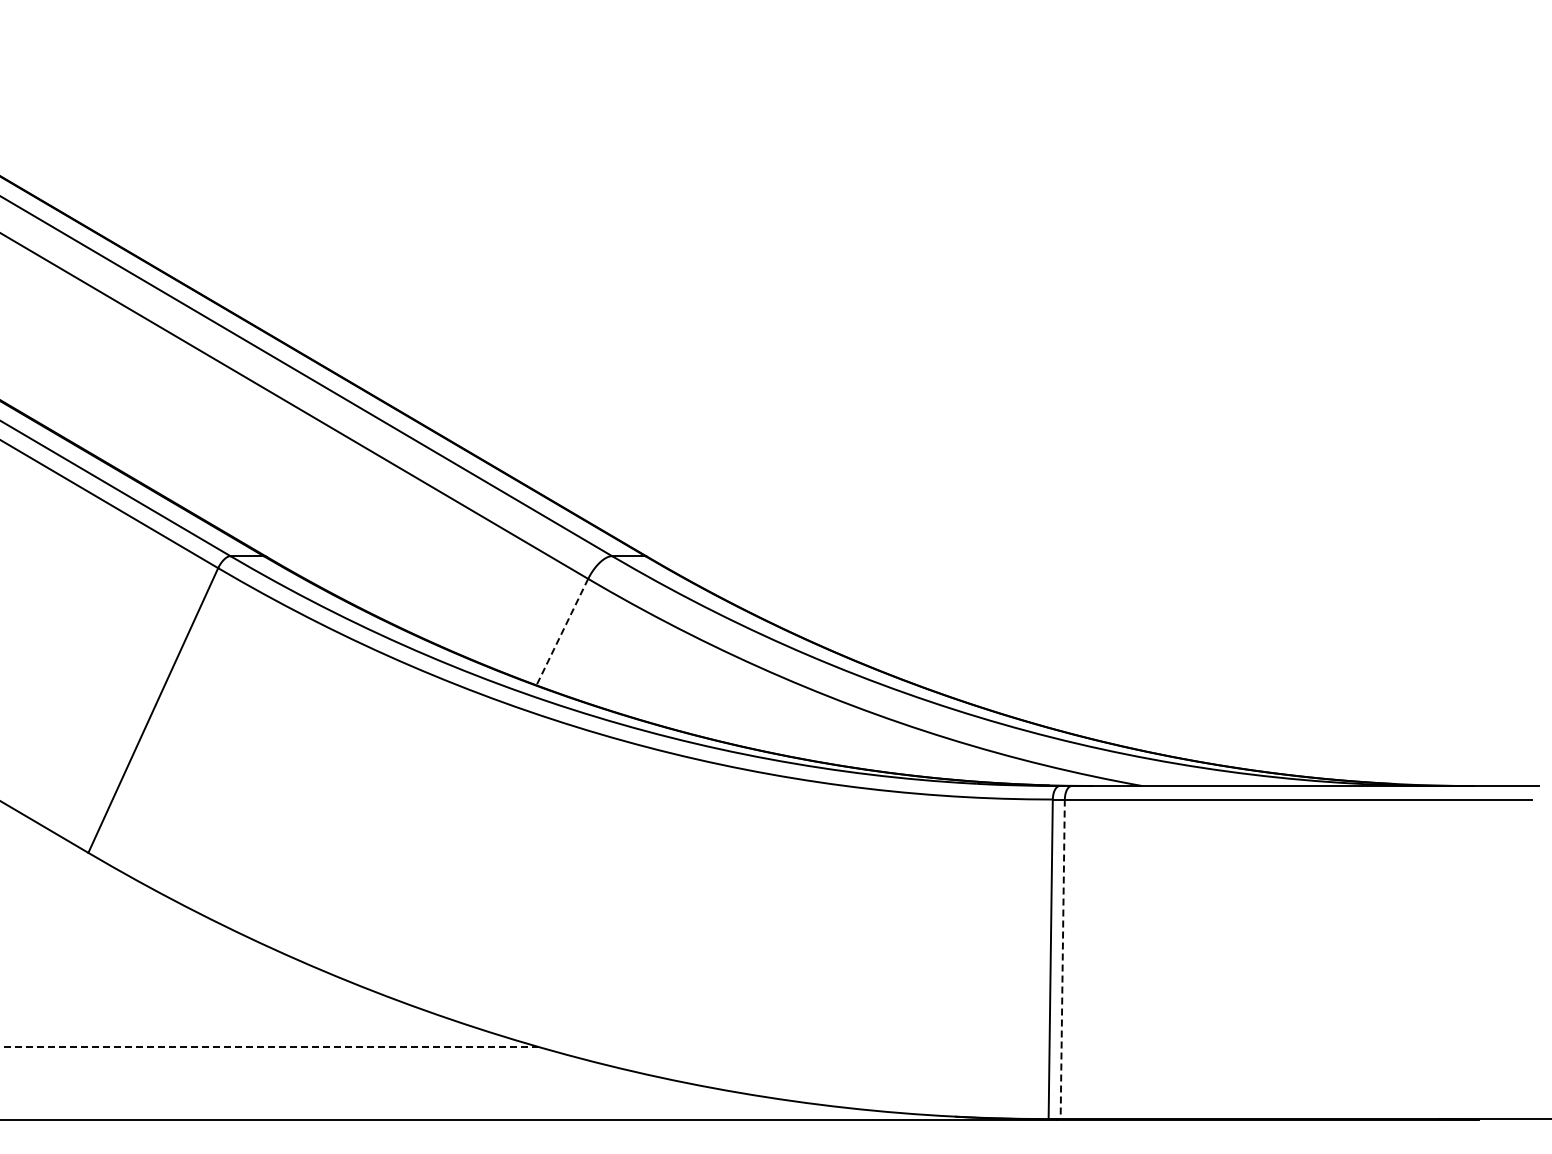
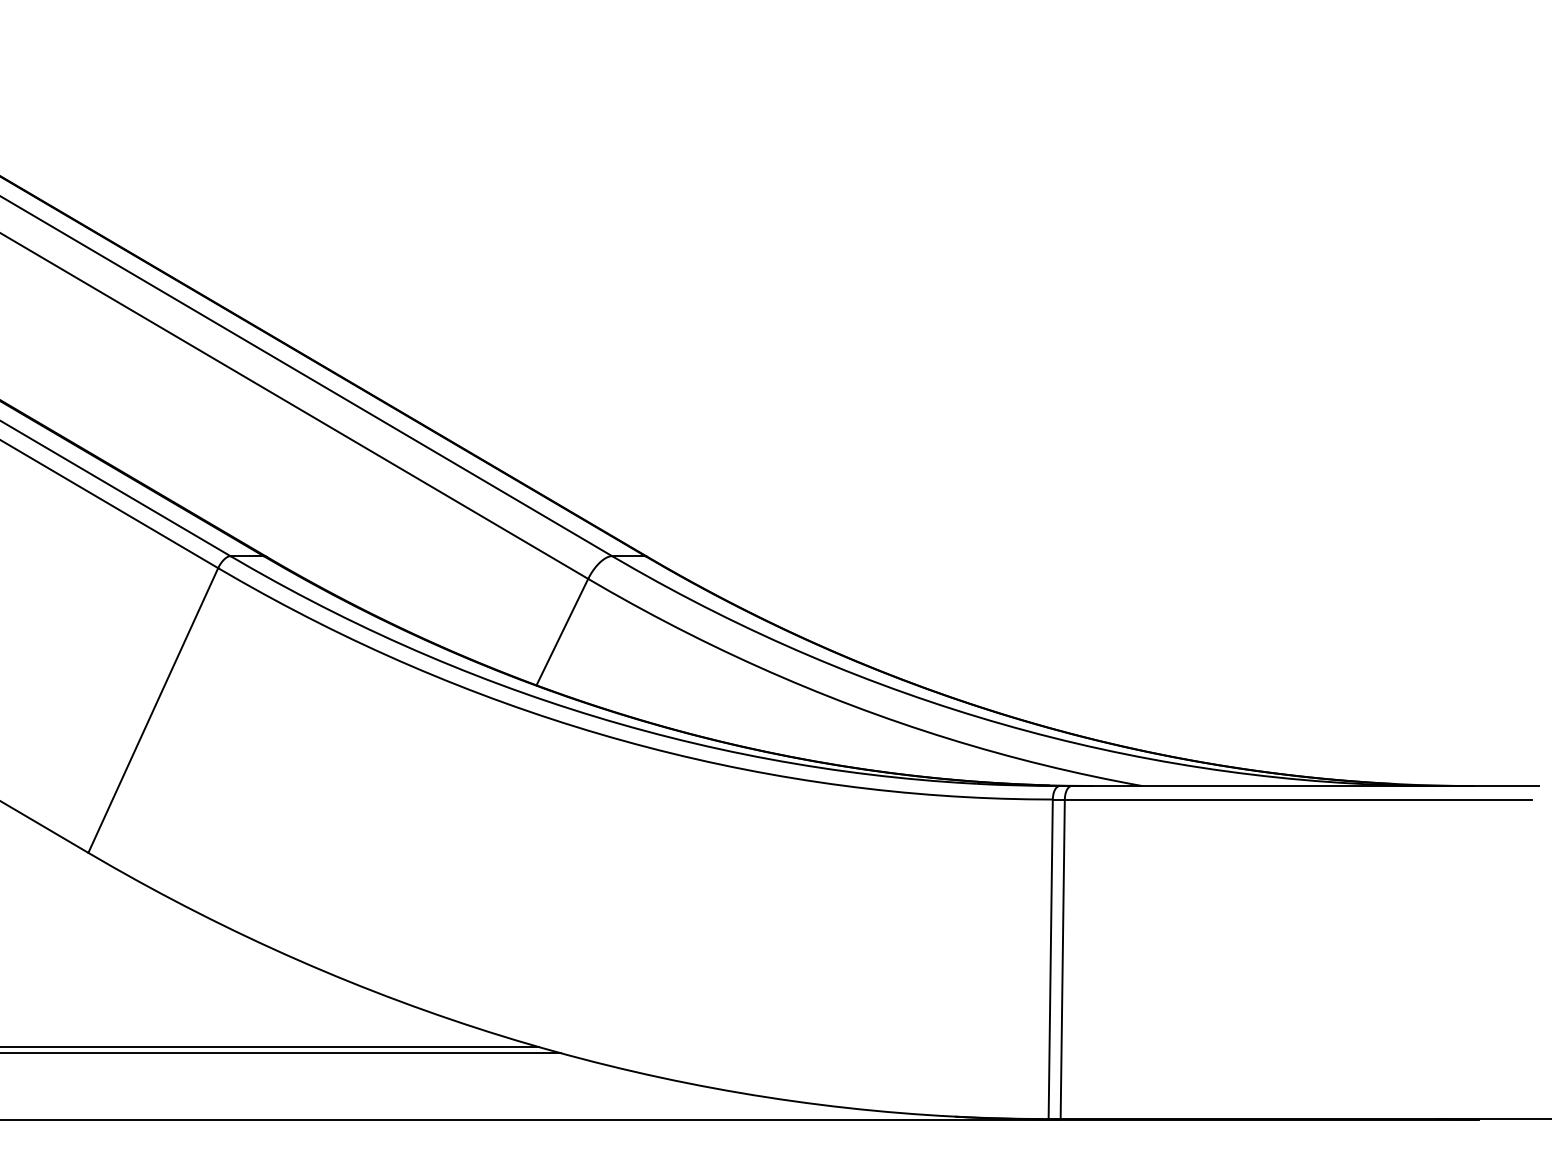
line at (562, 632): dashed -> solid
line at (1062, 959): dashed -> solid
line at (269, 1047): dashed -> solid
line at (281, 1053): none -> present
